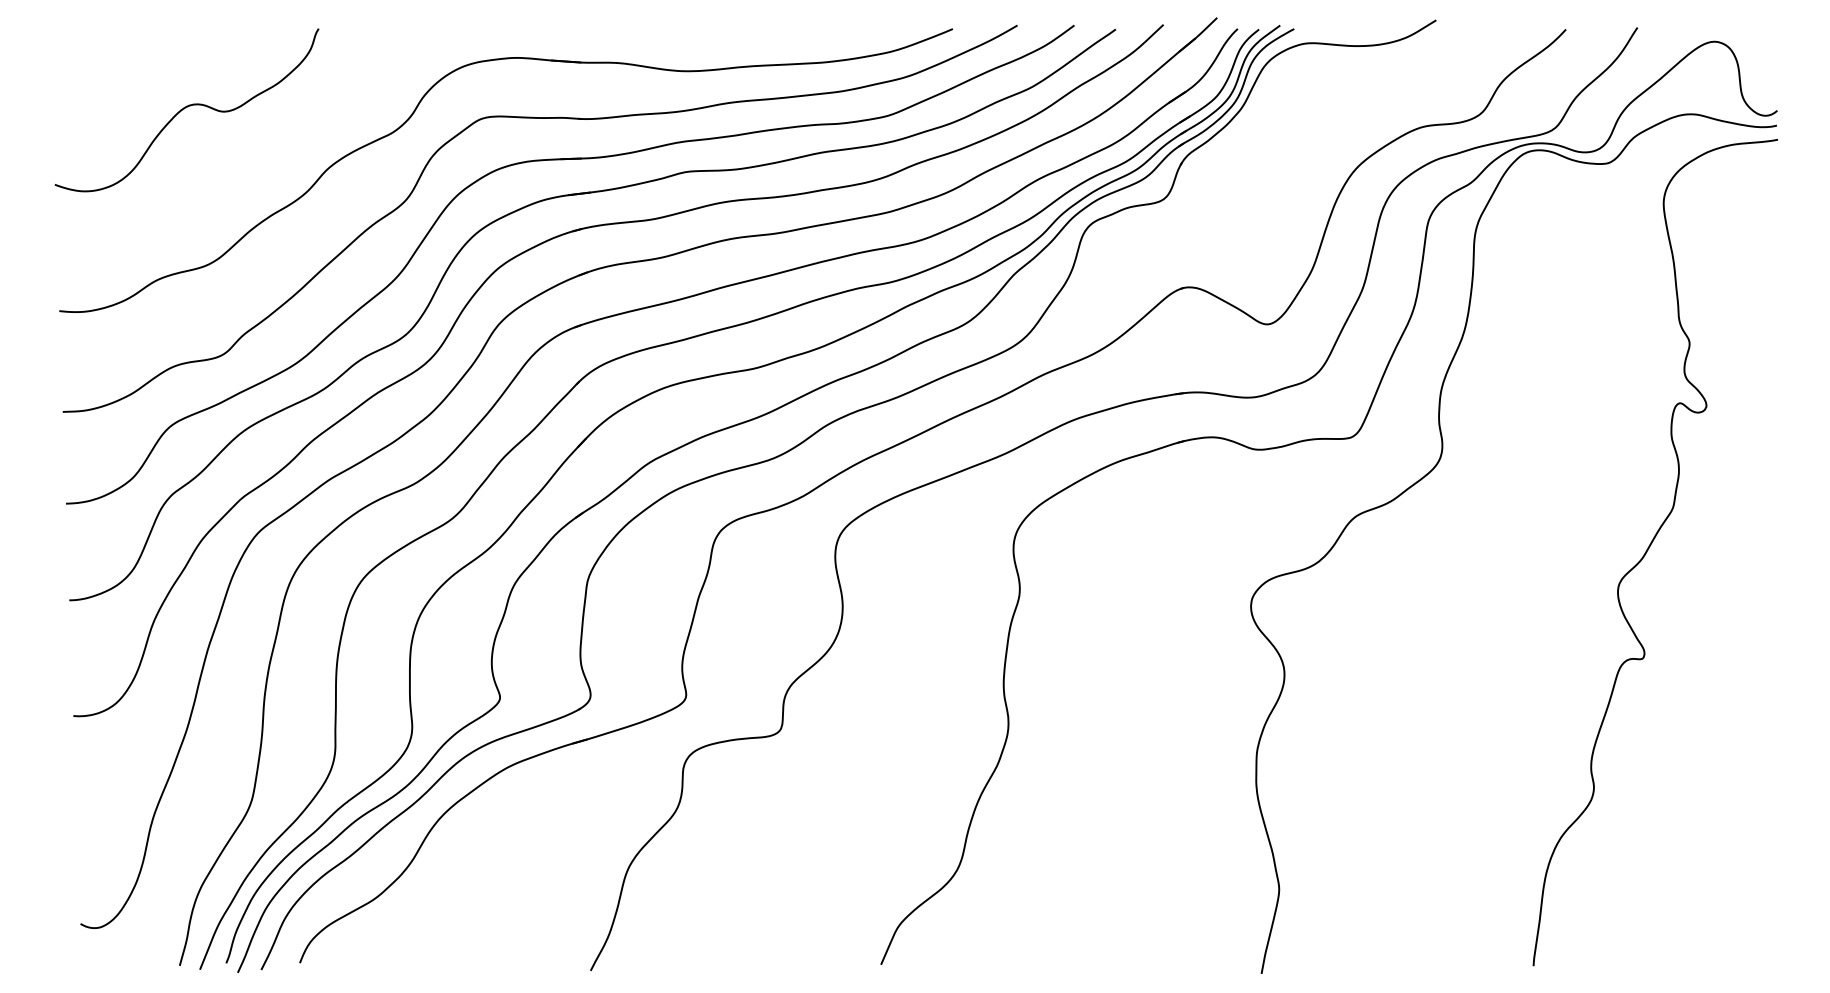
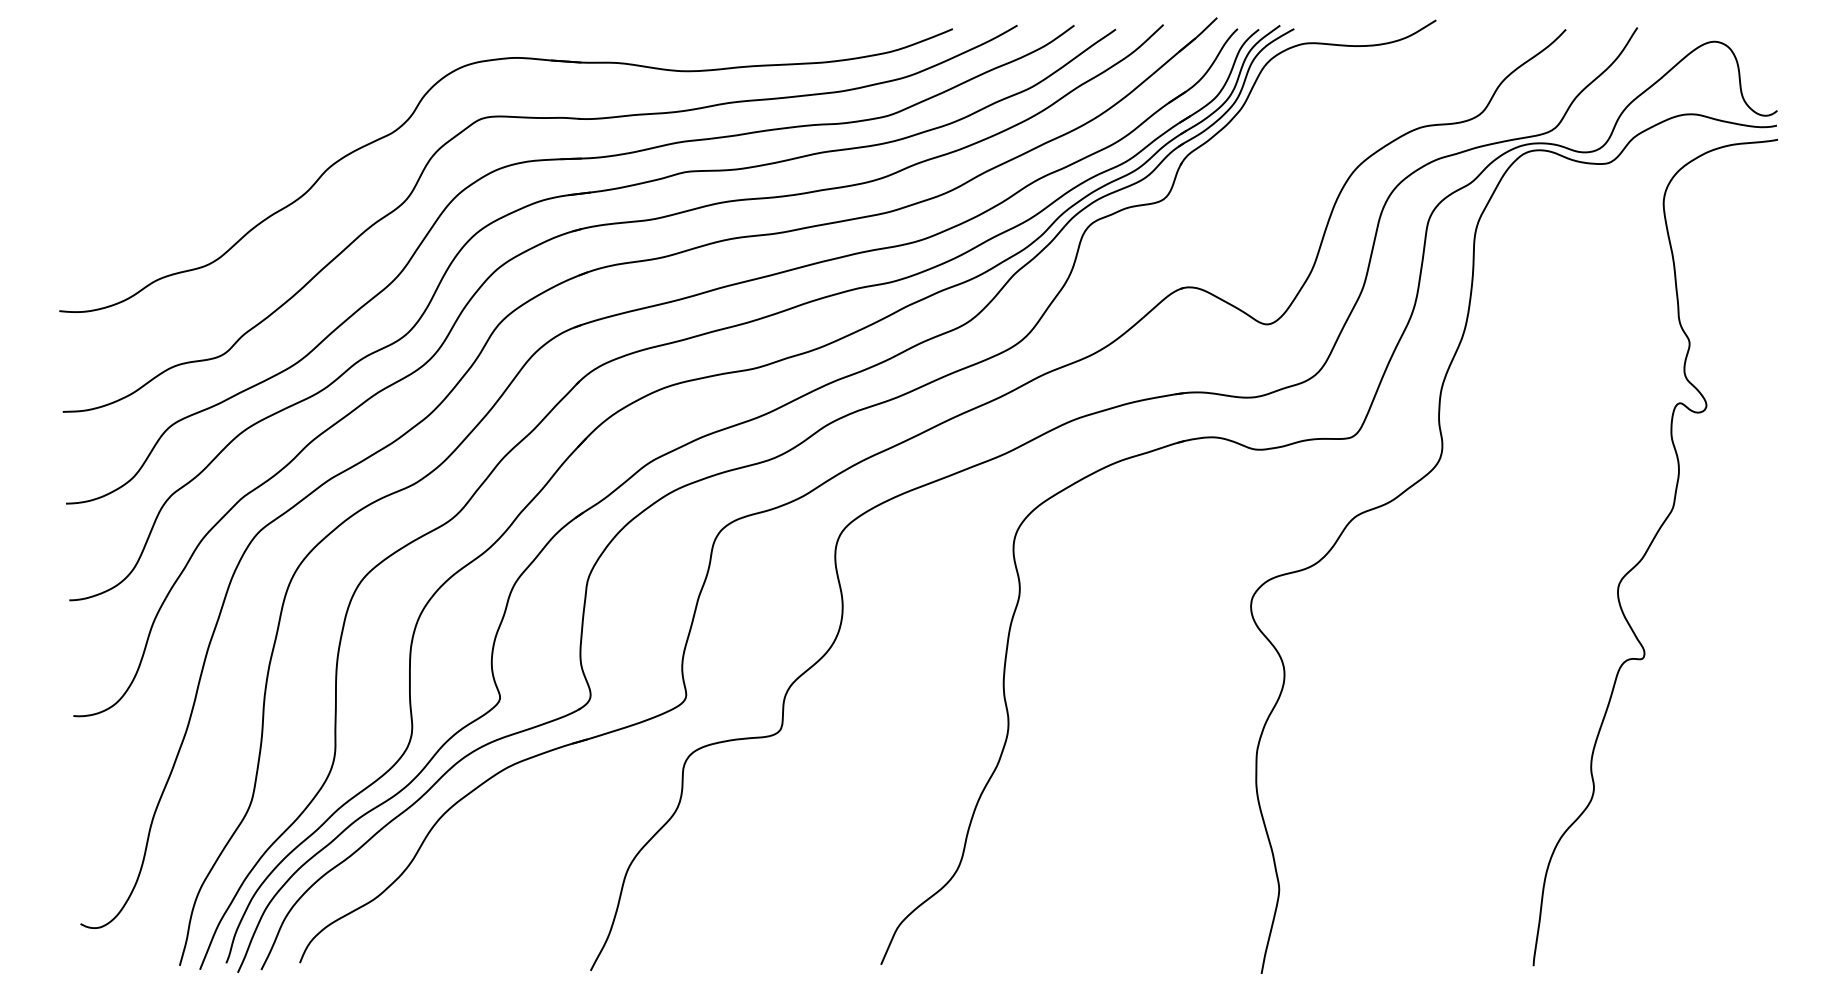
curve at (185, 108): present -> none
